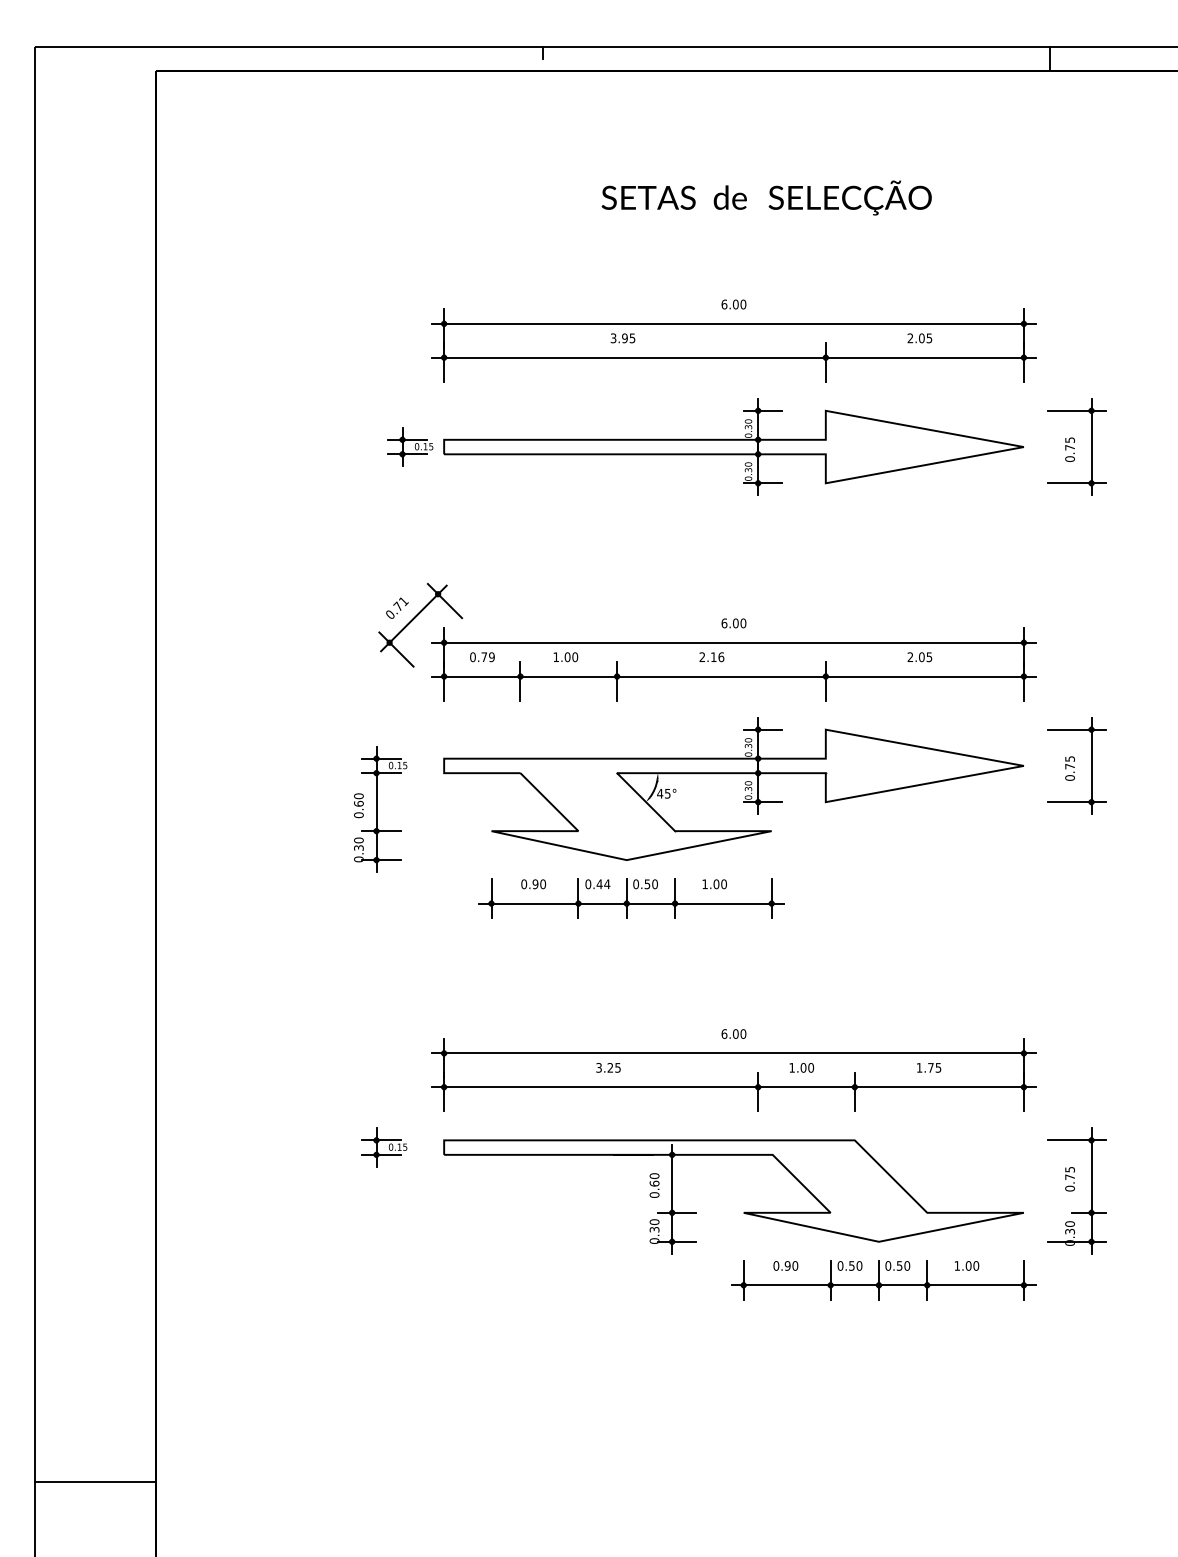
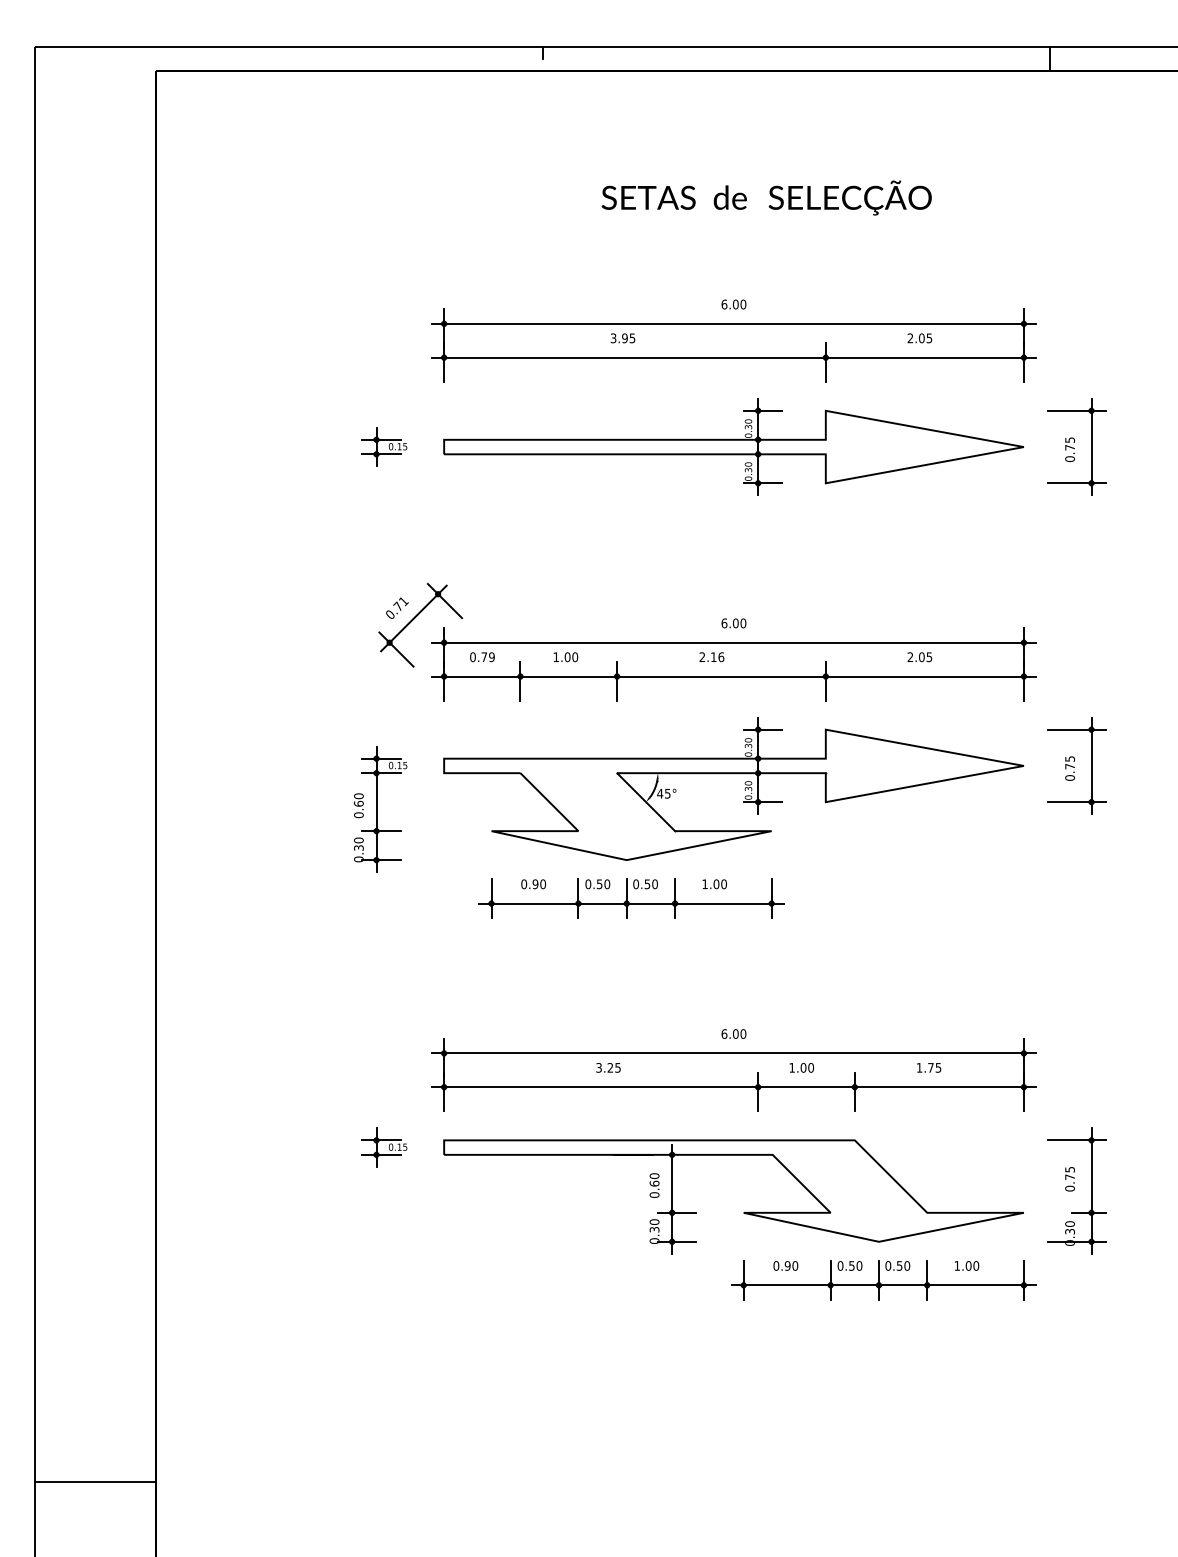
part at (410, 446) position: (410, 446) -> (384, 446)
text at (603, 884): 0.44 -> 0.50
